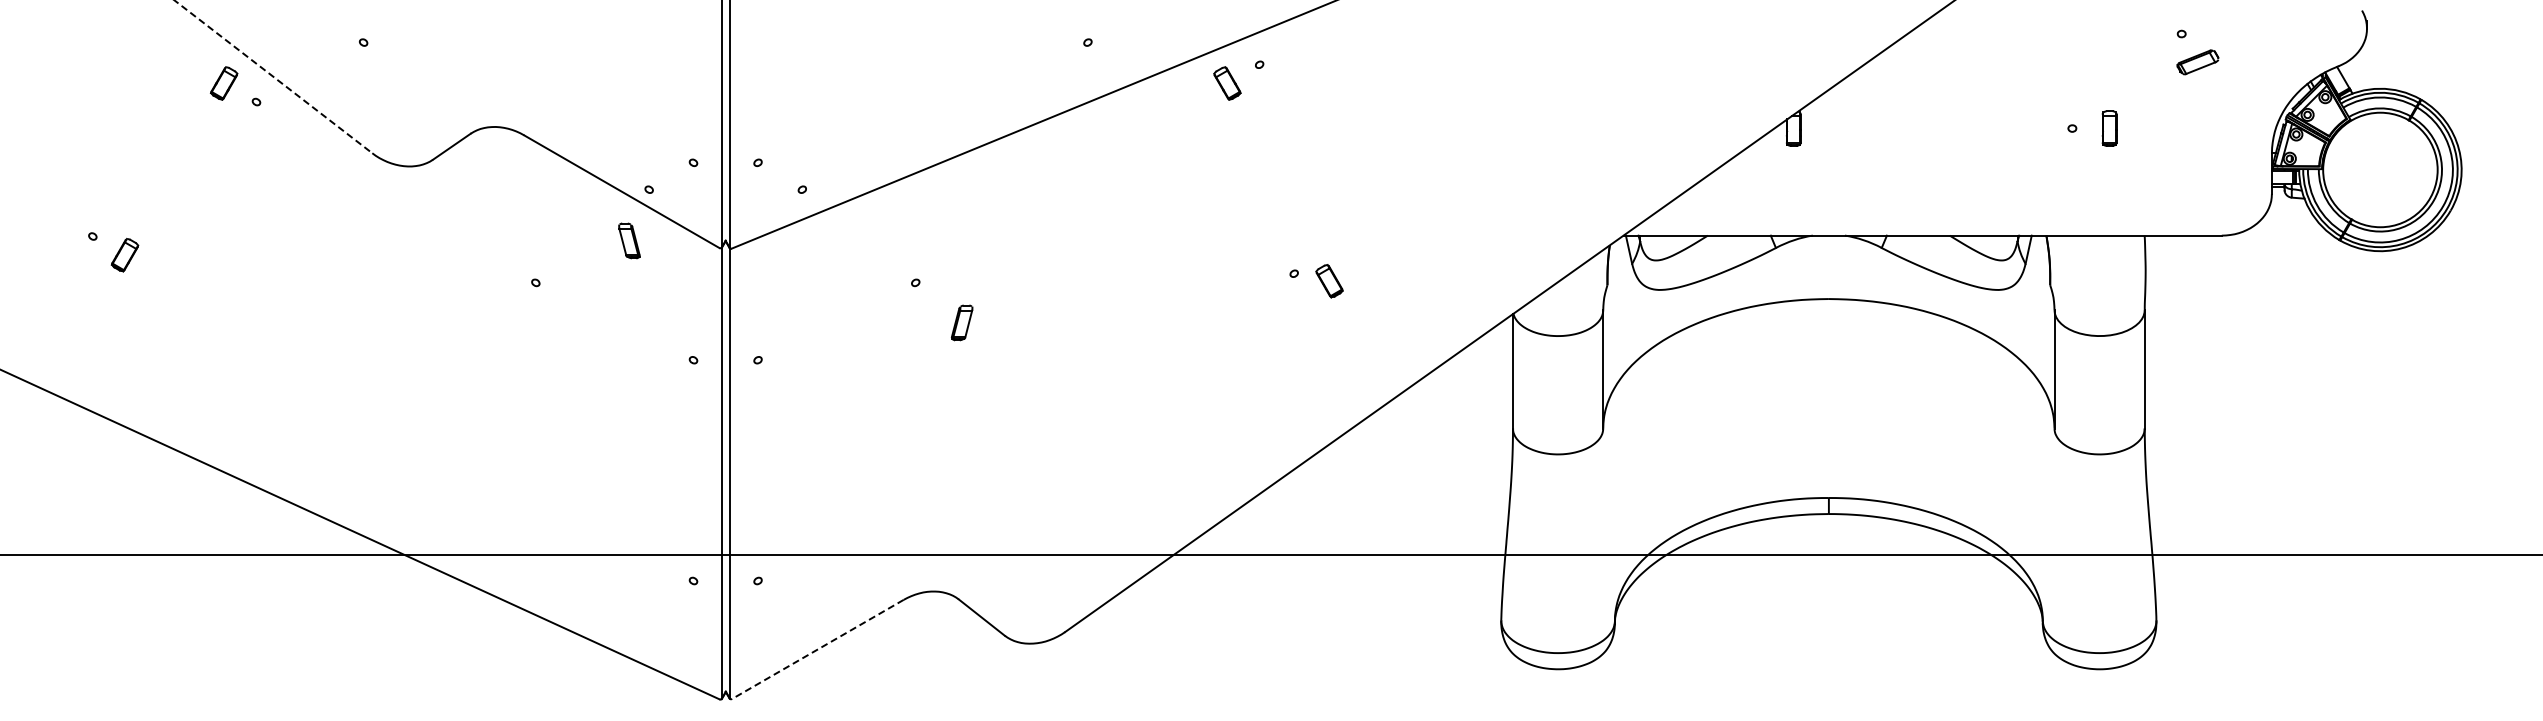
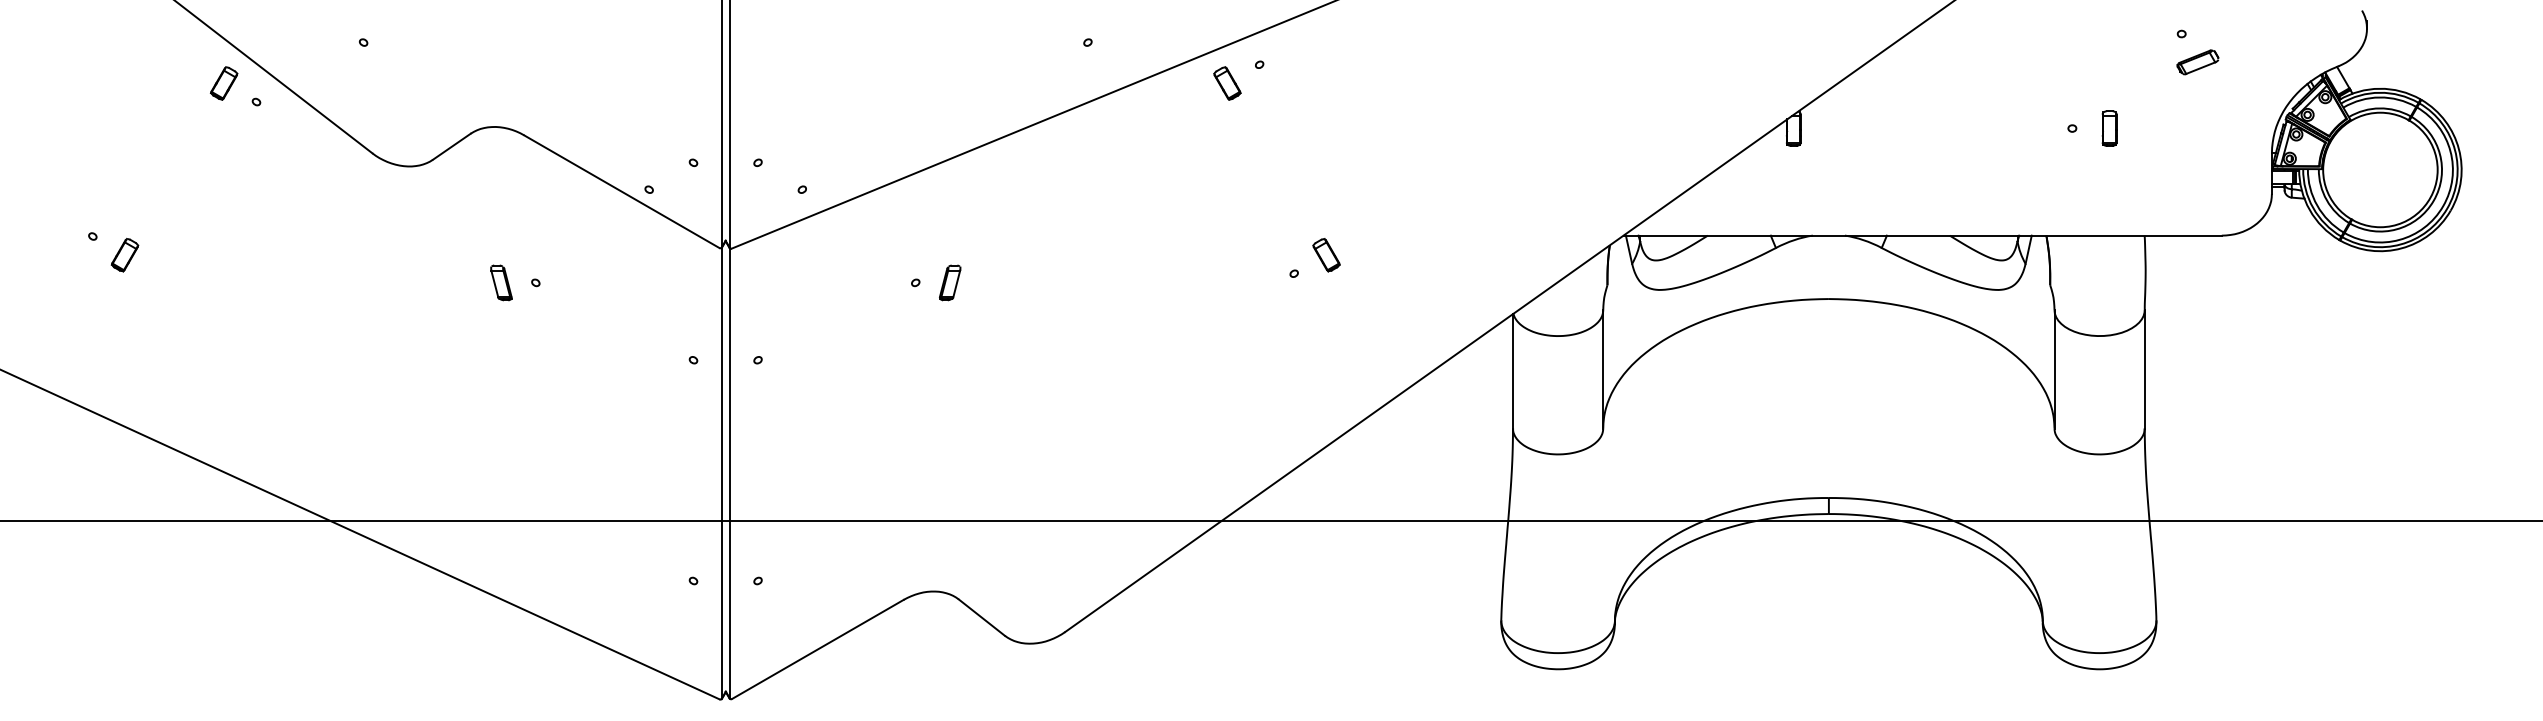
line at (273, 76): dashed -> solid
part at (629, 240) position: (629, 240) -> (501, 282)
part at (1329, 281) position: (1329, 281) -> (1326, 255)
part at (962, 322) position: (962, 322) -> (950, 282)
line at (1270, 554) position: (1270, 554) -> (1270, 520)
line at (817, 649): dashed -> solid
